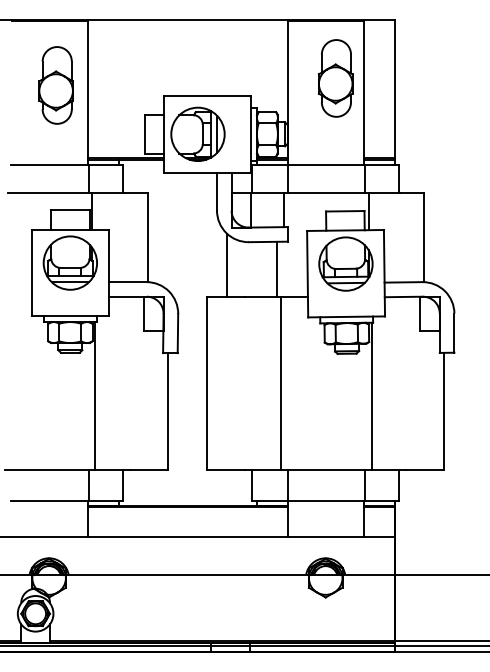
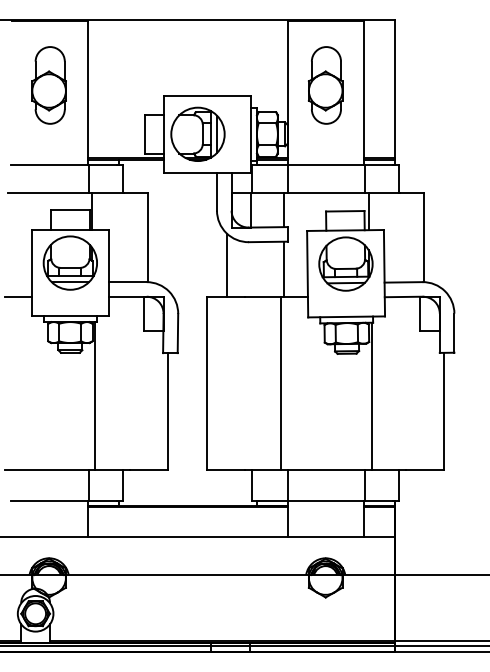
part at (335, 78) position: (335, 78) -> (325, 85)
part at (55, 85) position: (55, 85) -> (48, 85)
line at (276, 268) position: (276, 268) -> (283, 268)
line at (17, 296): none -> present
